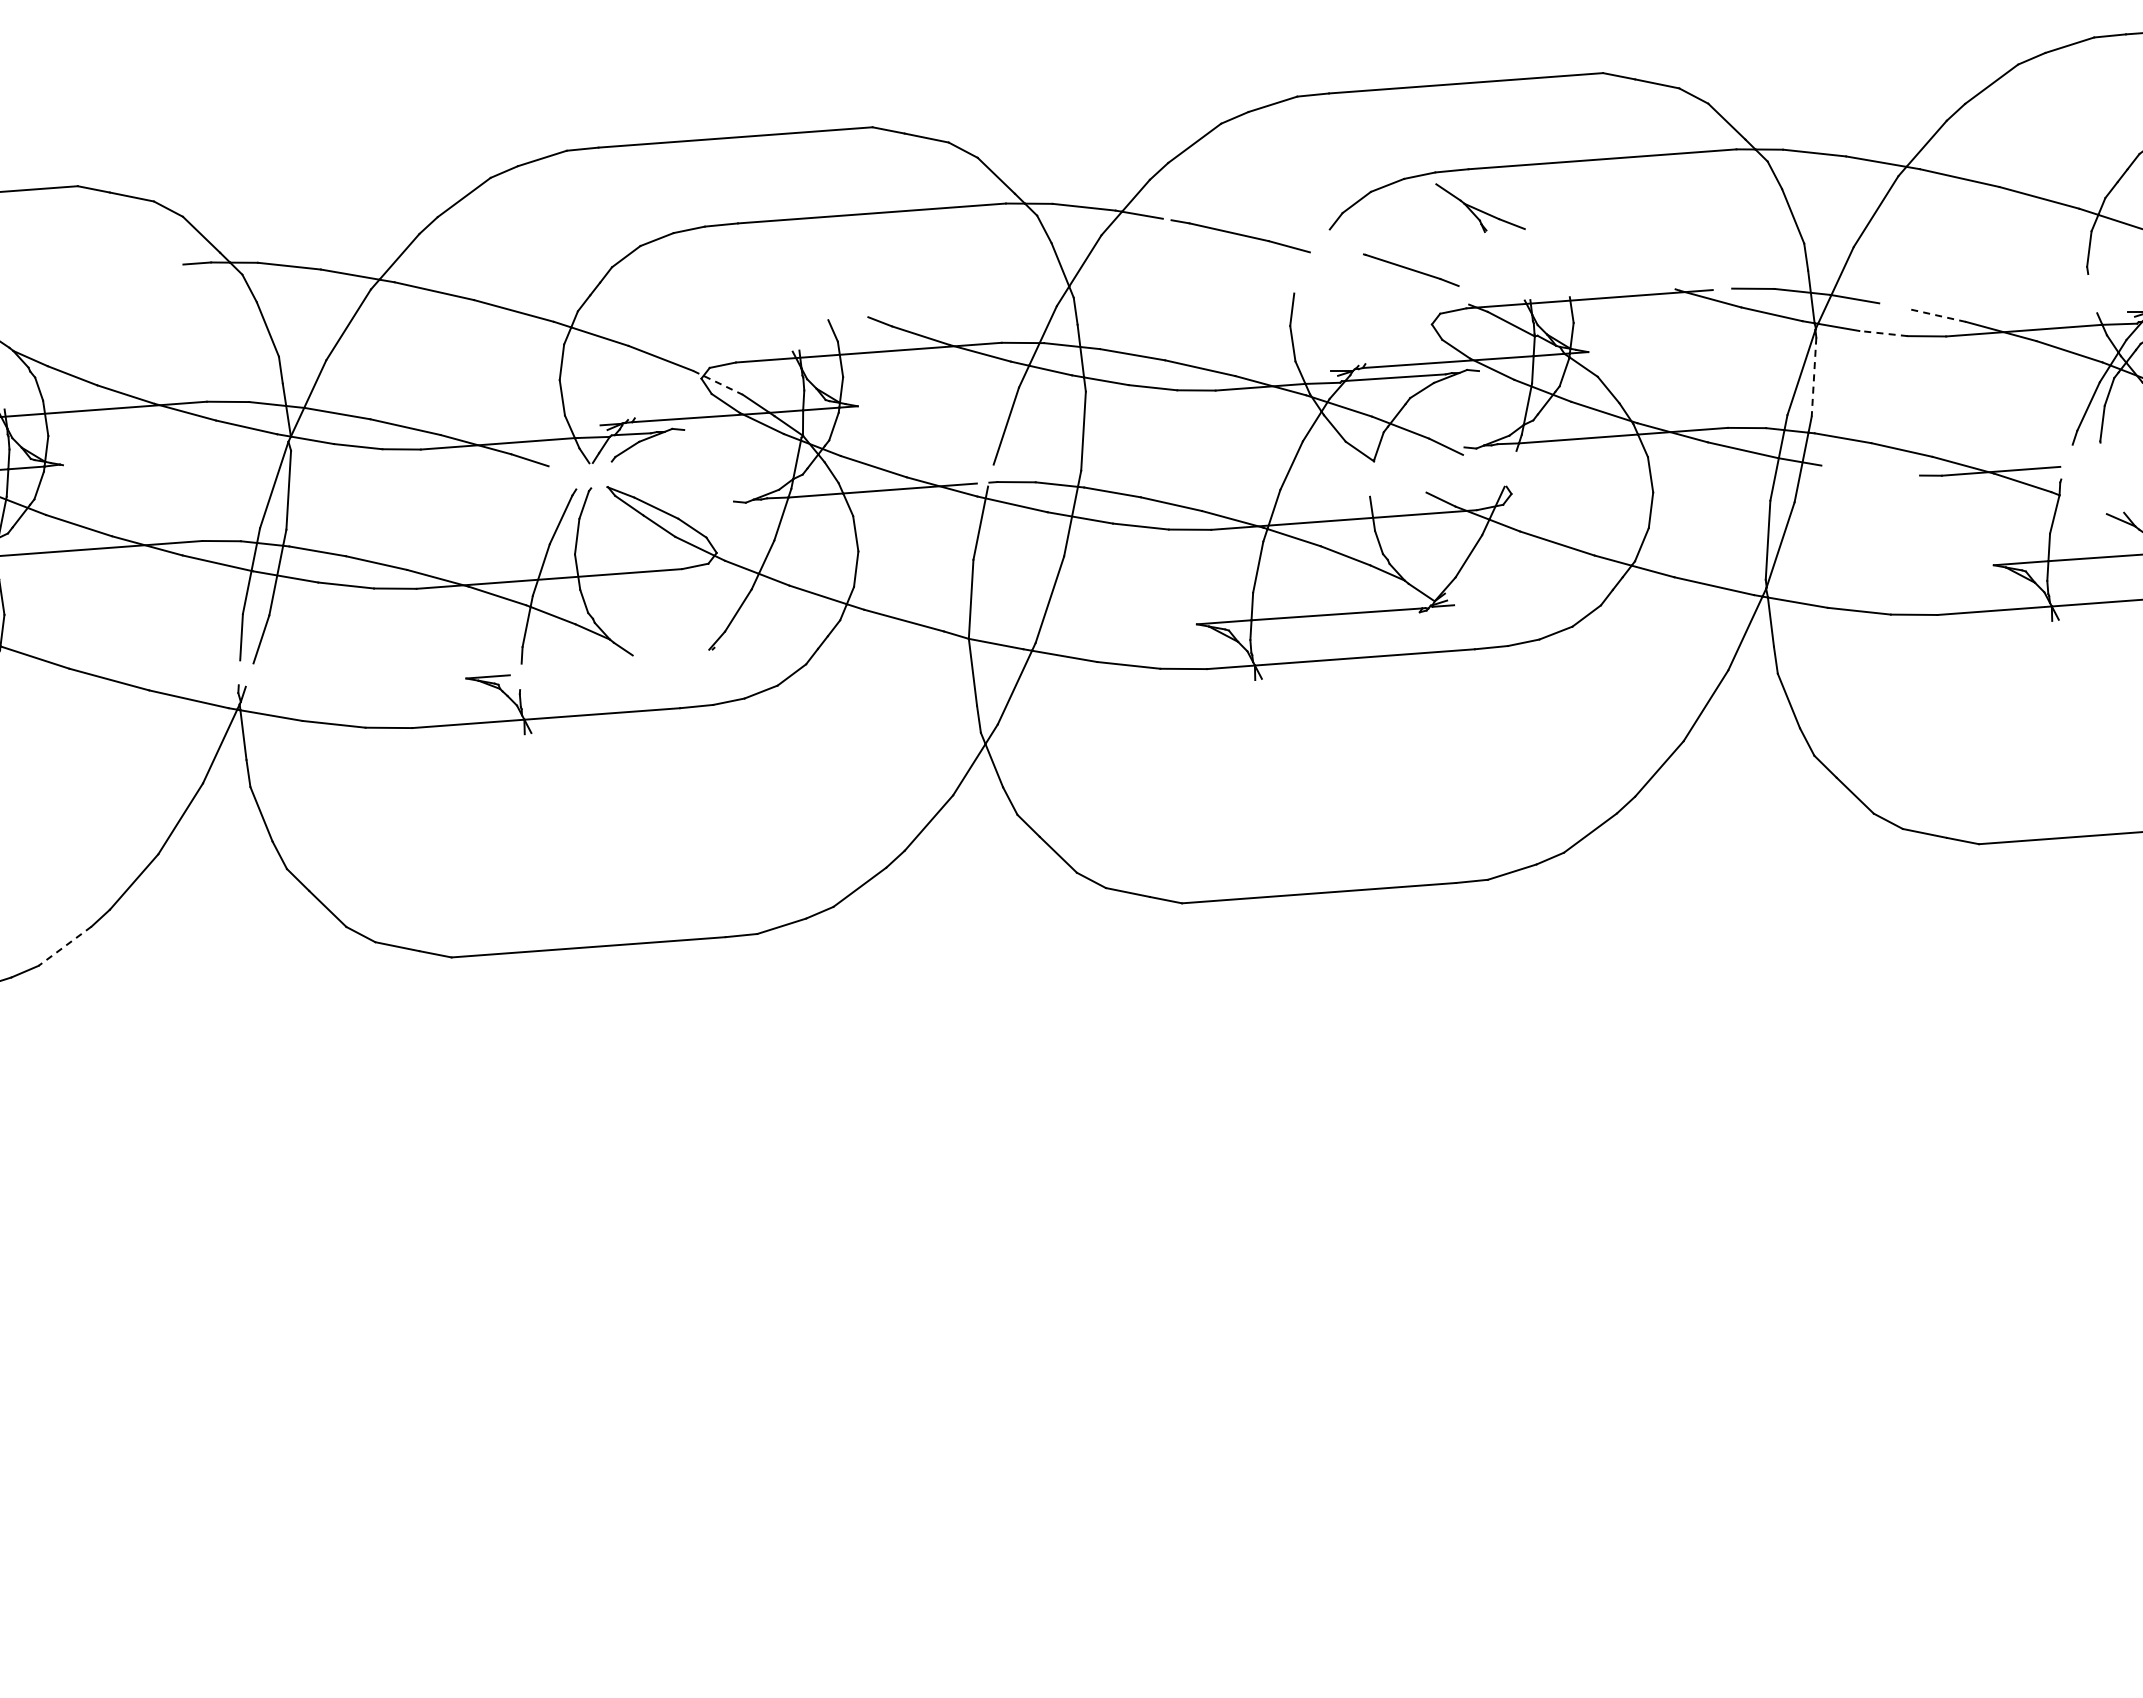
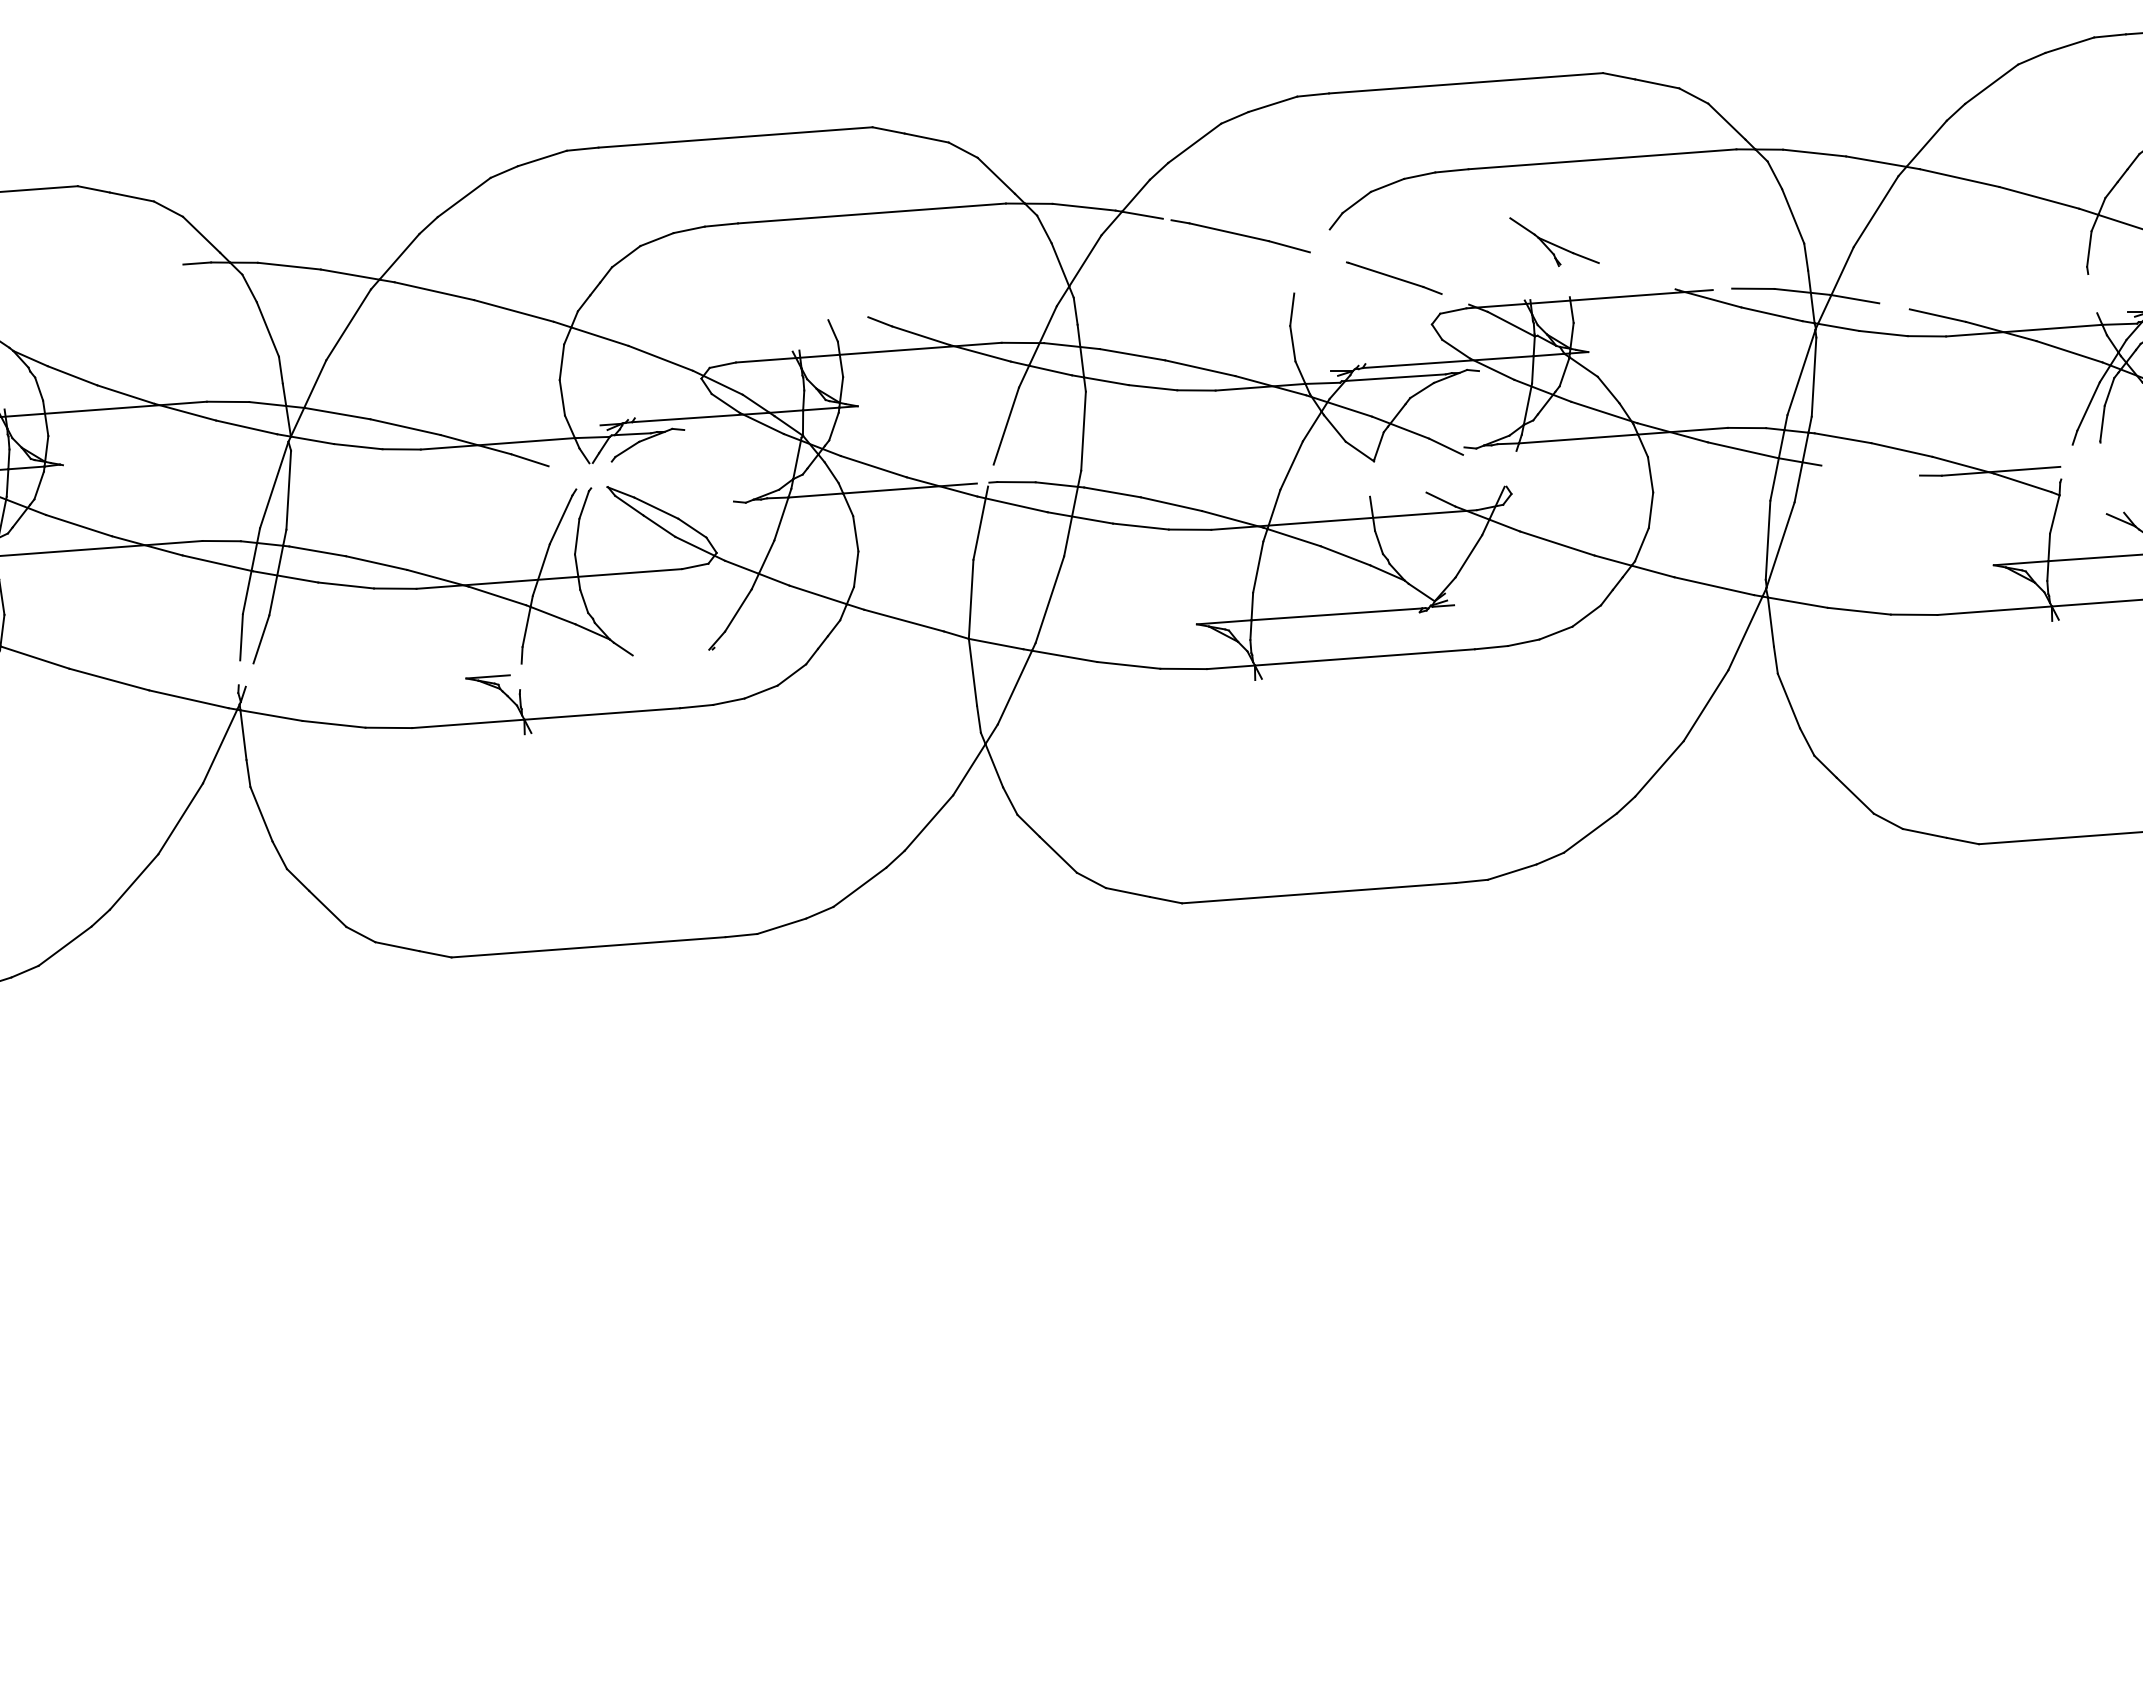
part at (1480, 207) position: (1480, 207) -> (1554, 241)
line at (1411, 269) position: (1411, 269) -> (1394, 277)
line at (1937, 315): dashed -> solid
line at (1883, 333): dashed -> solid
line at (1814, 377): dashed -> solid
line at (717, 382): dashed -> solid
line at (65, 946): dashed -> solid
